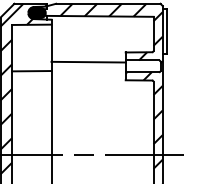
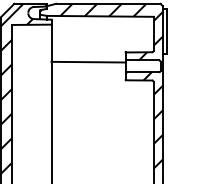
fill at (37, 12): present -> none
line at (31, 71): present -> none
line at (92, 154): present -> none
